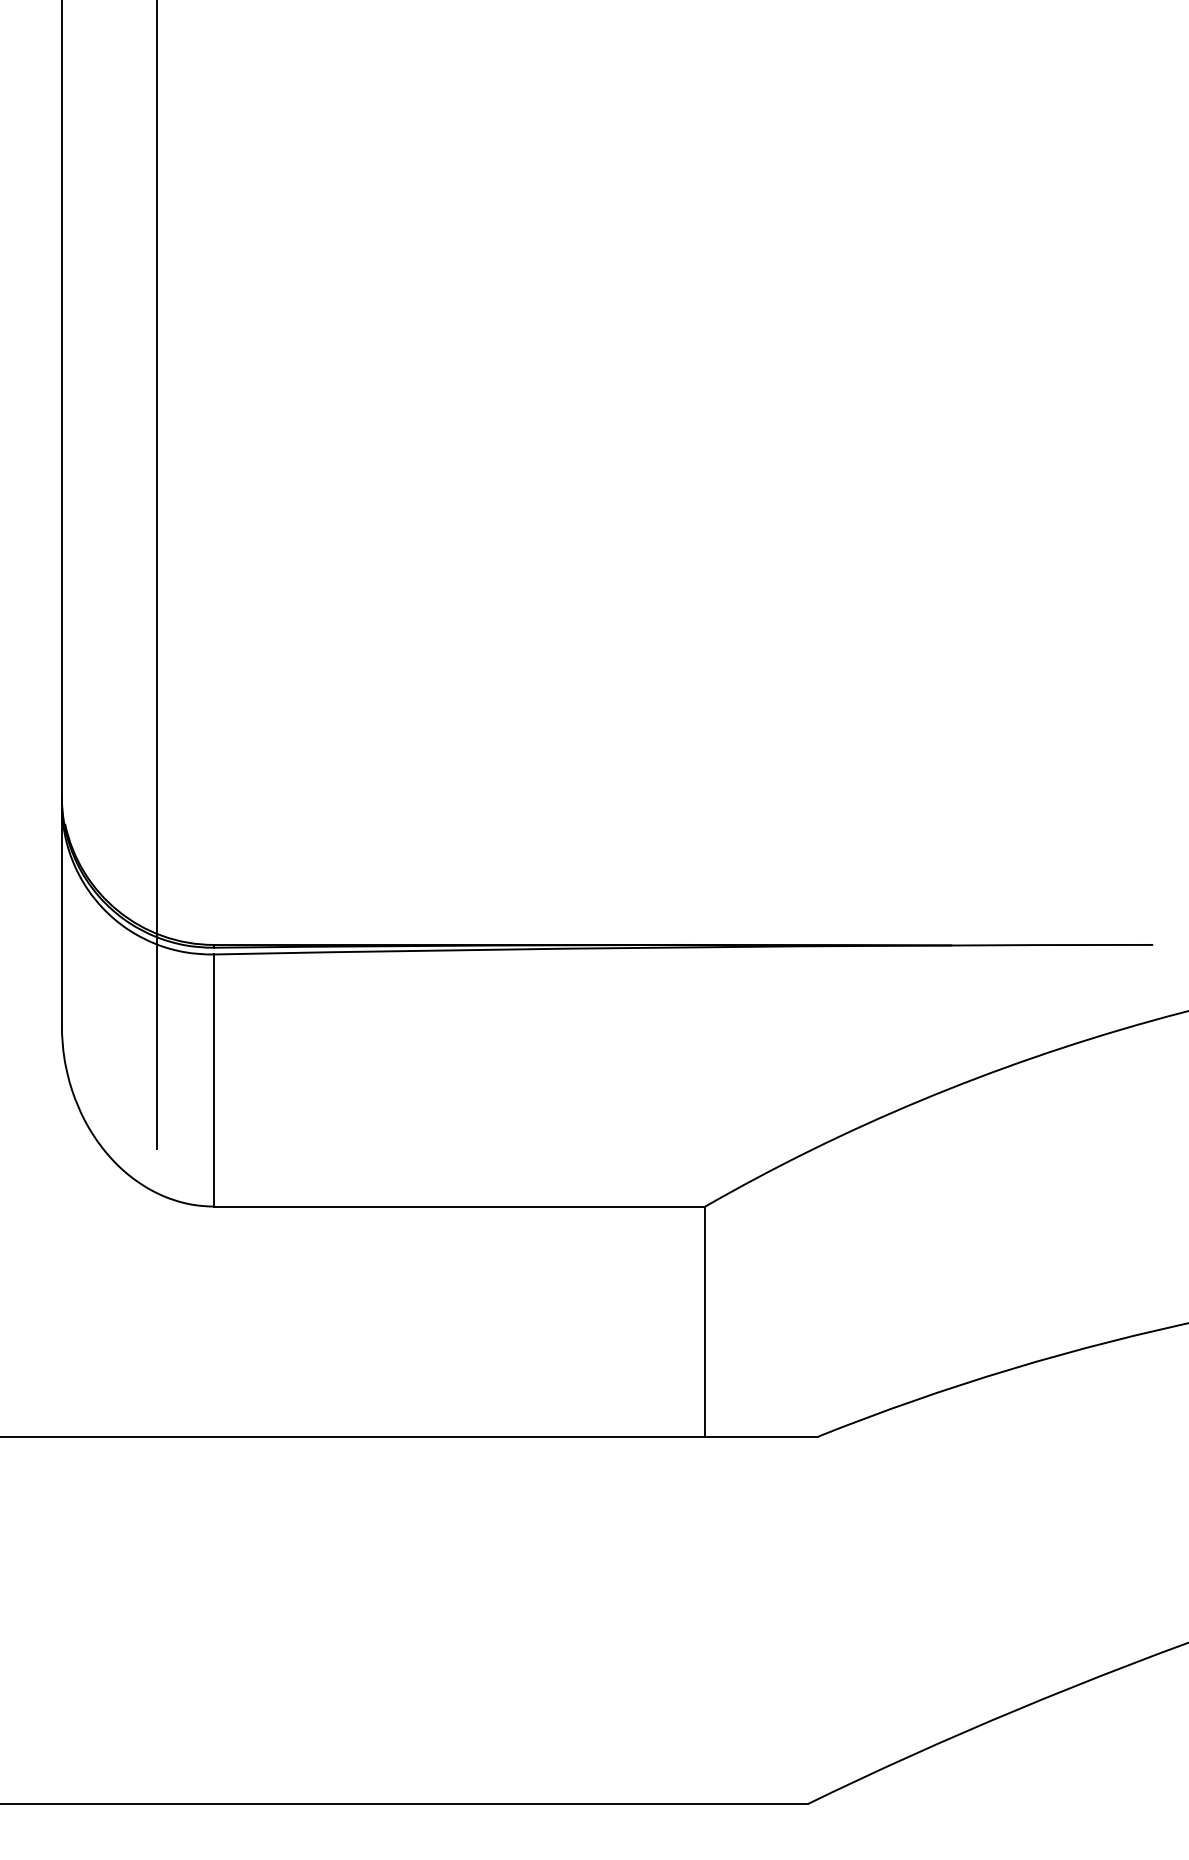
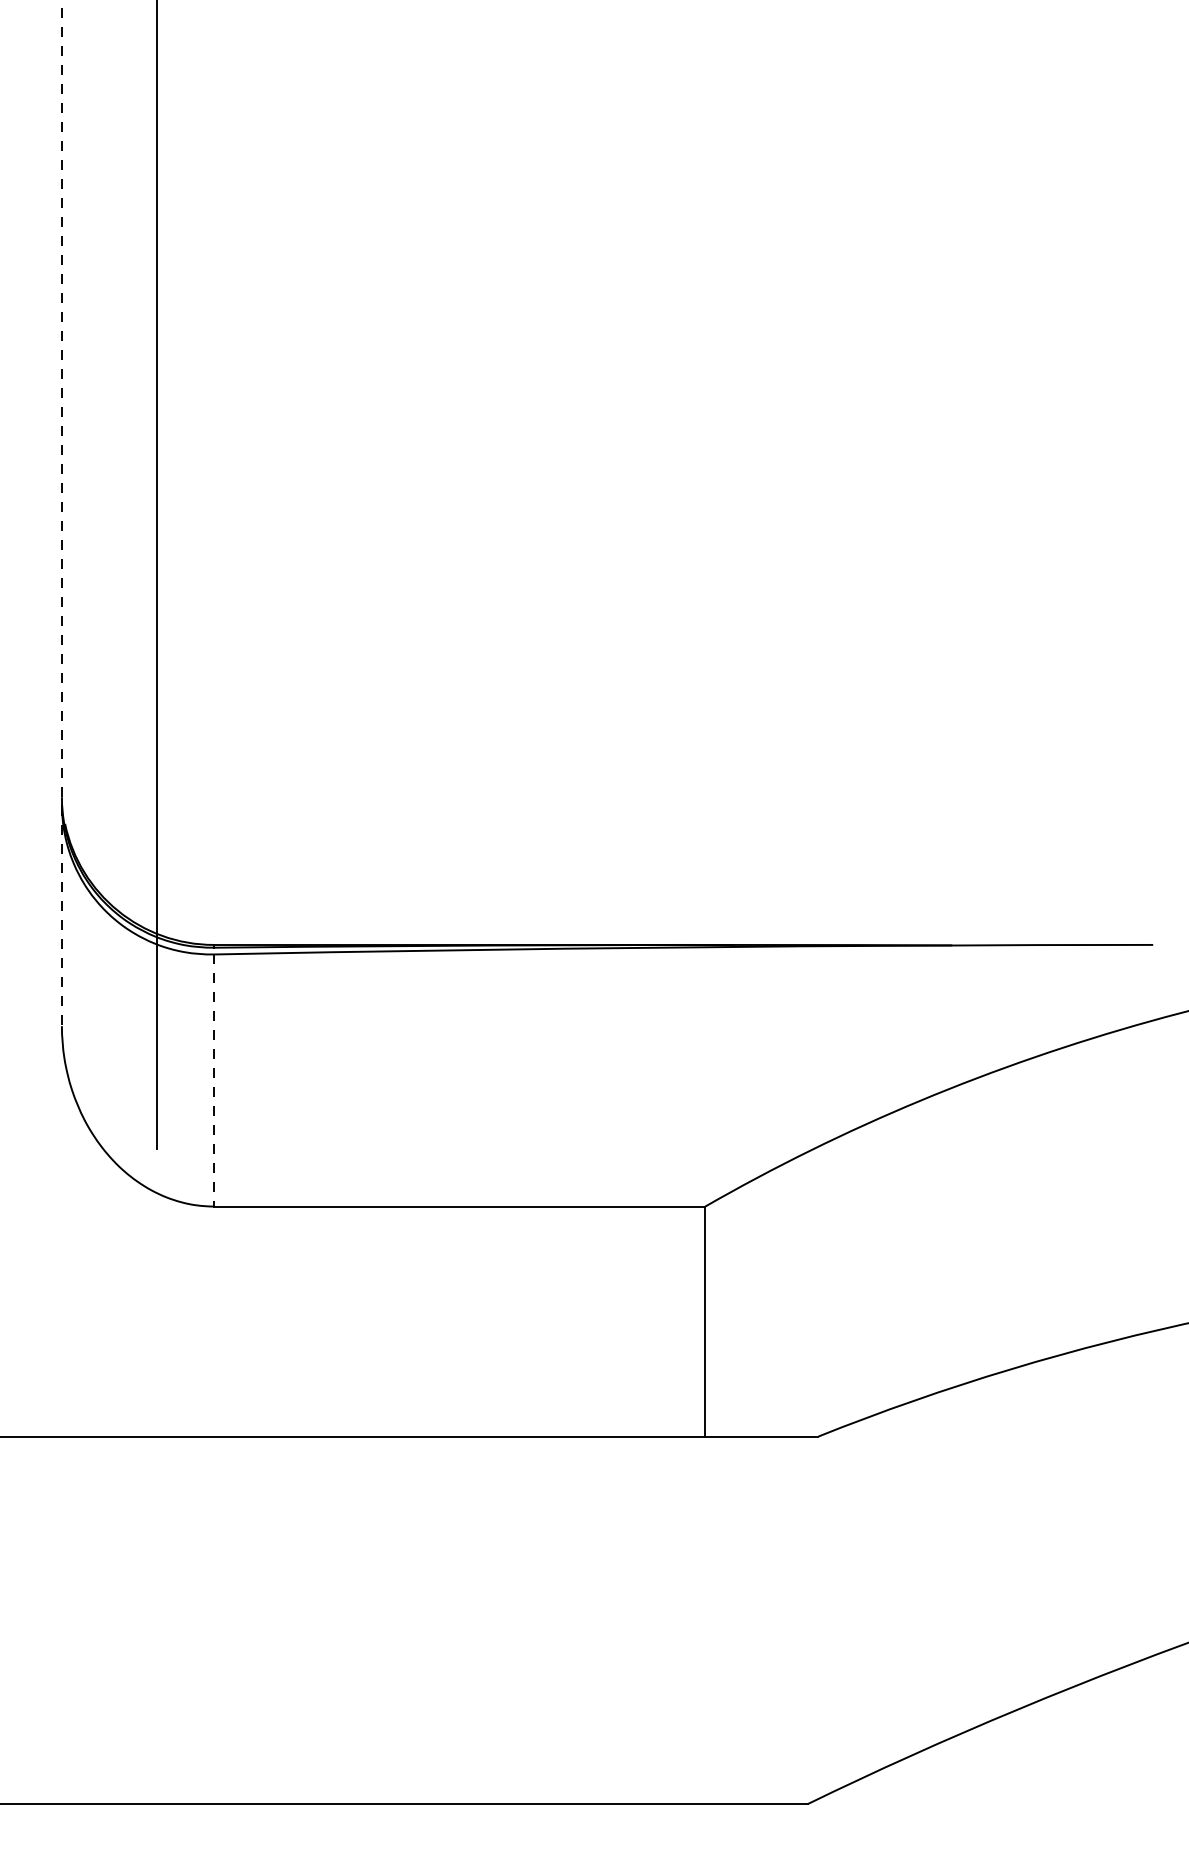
line at (61, 513): solid -> dashed
line at (213, 1080): solid -> dashed
